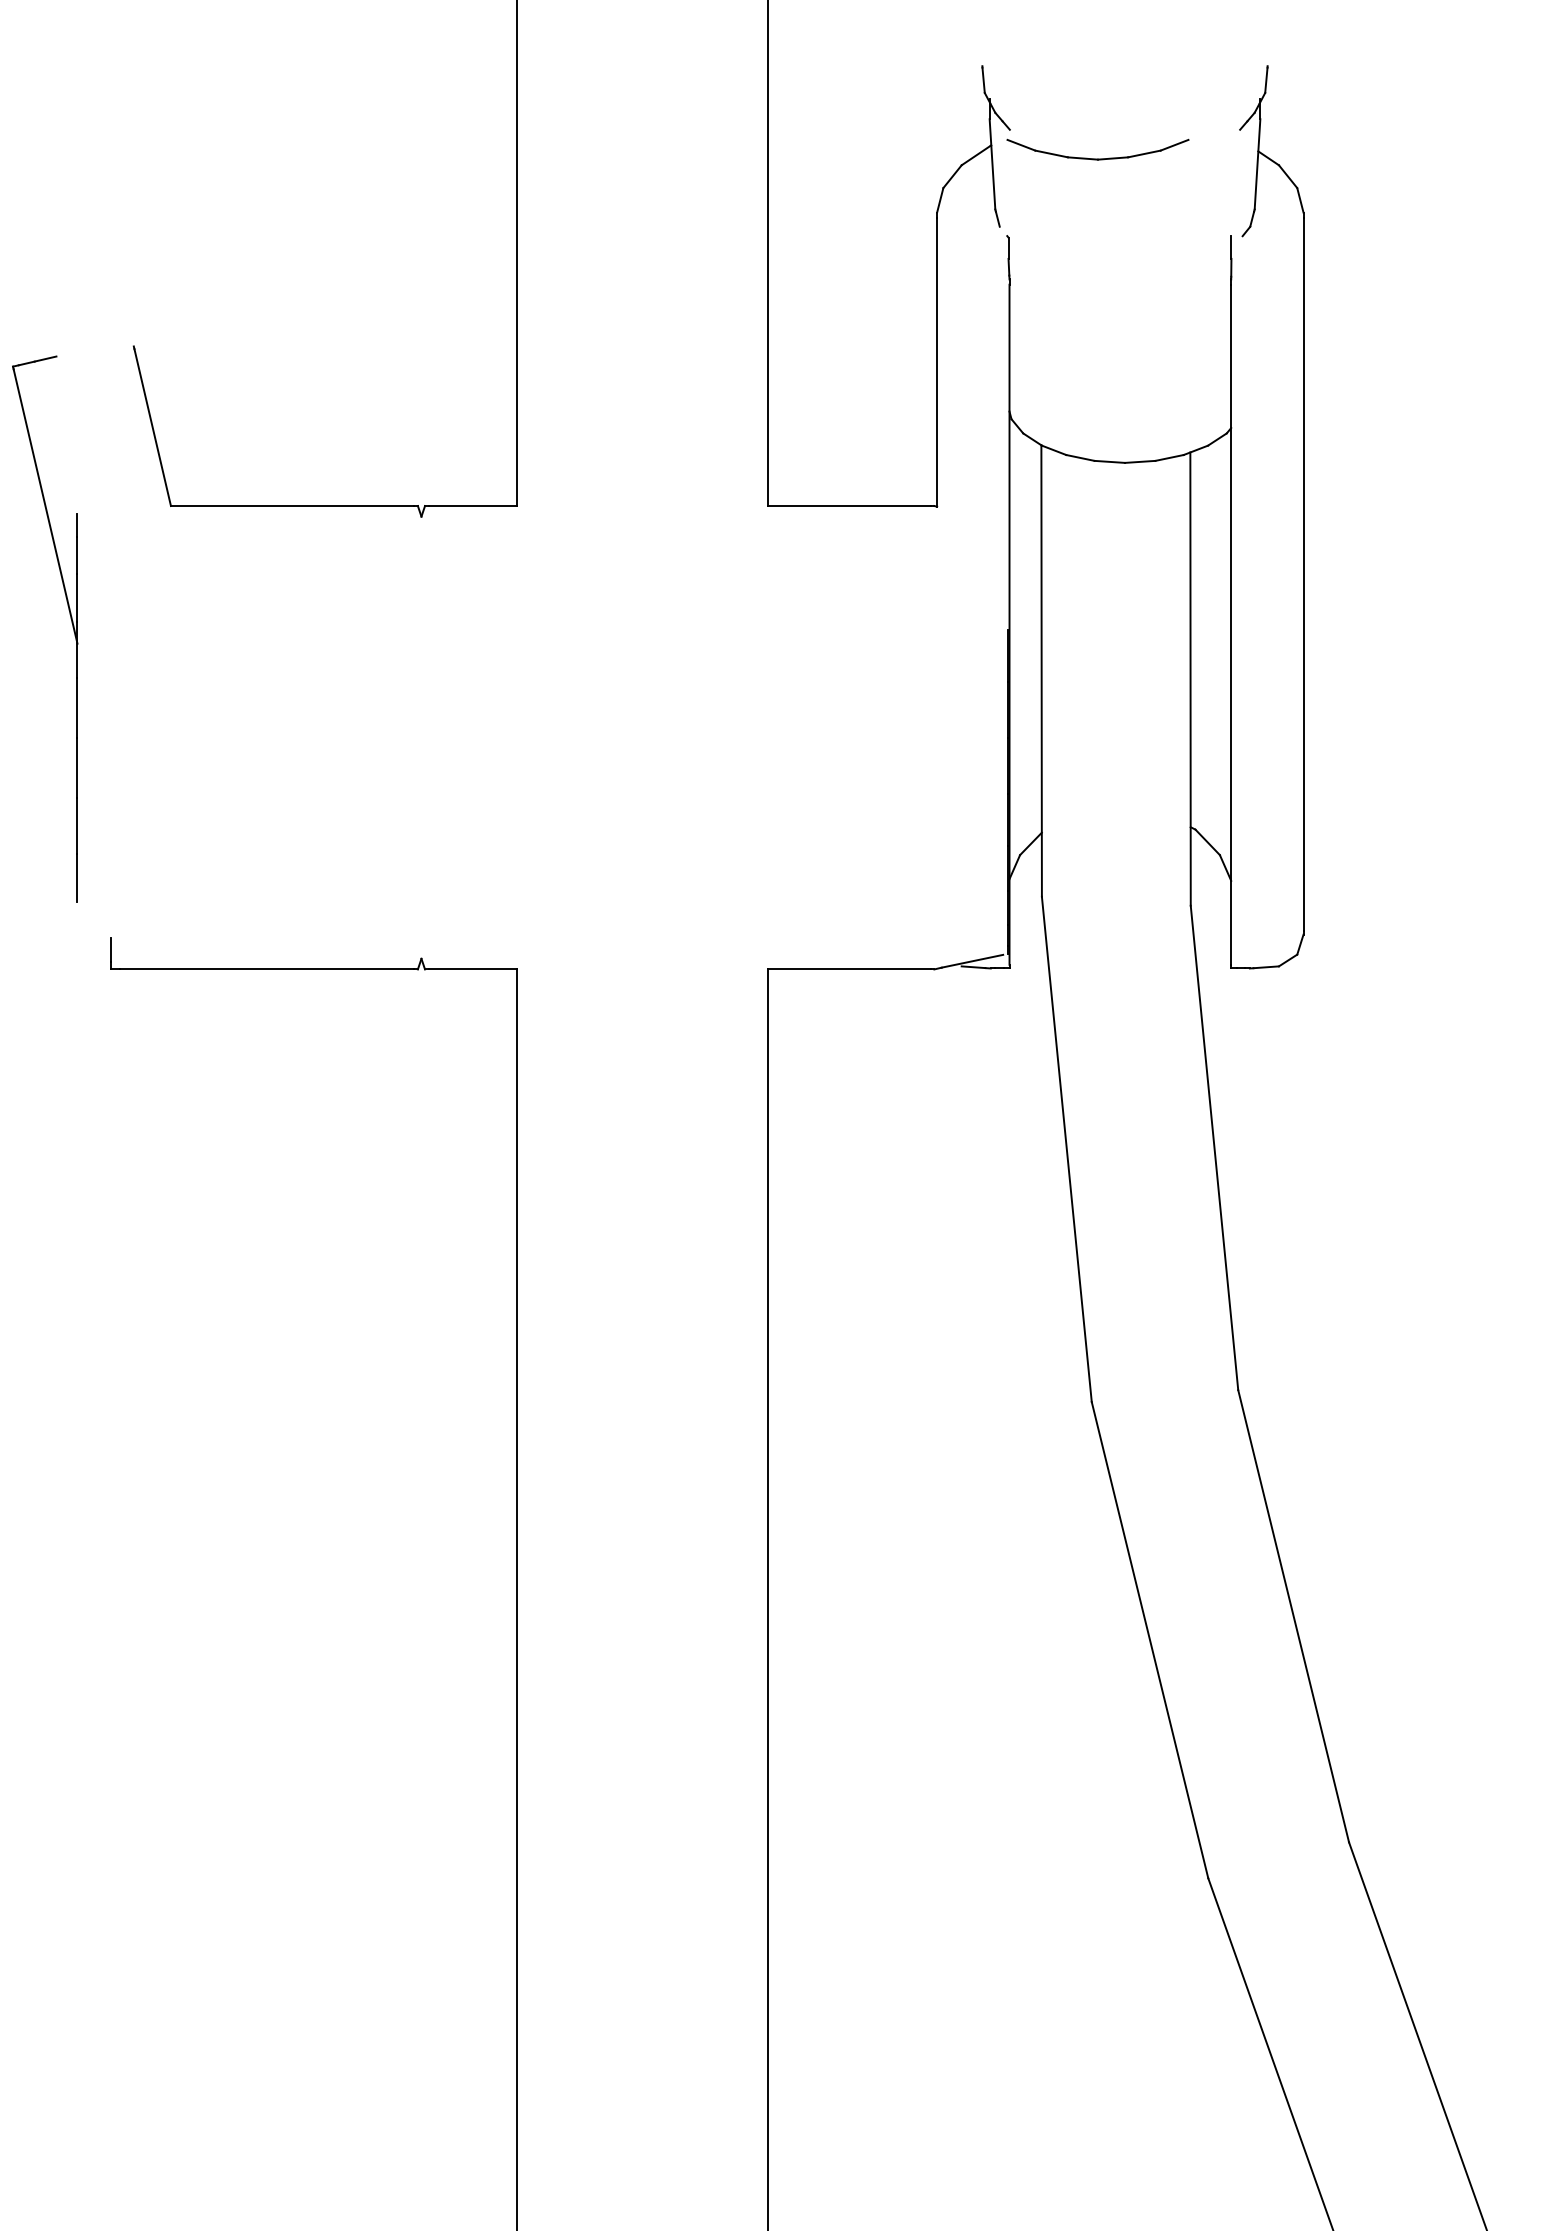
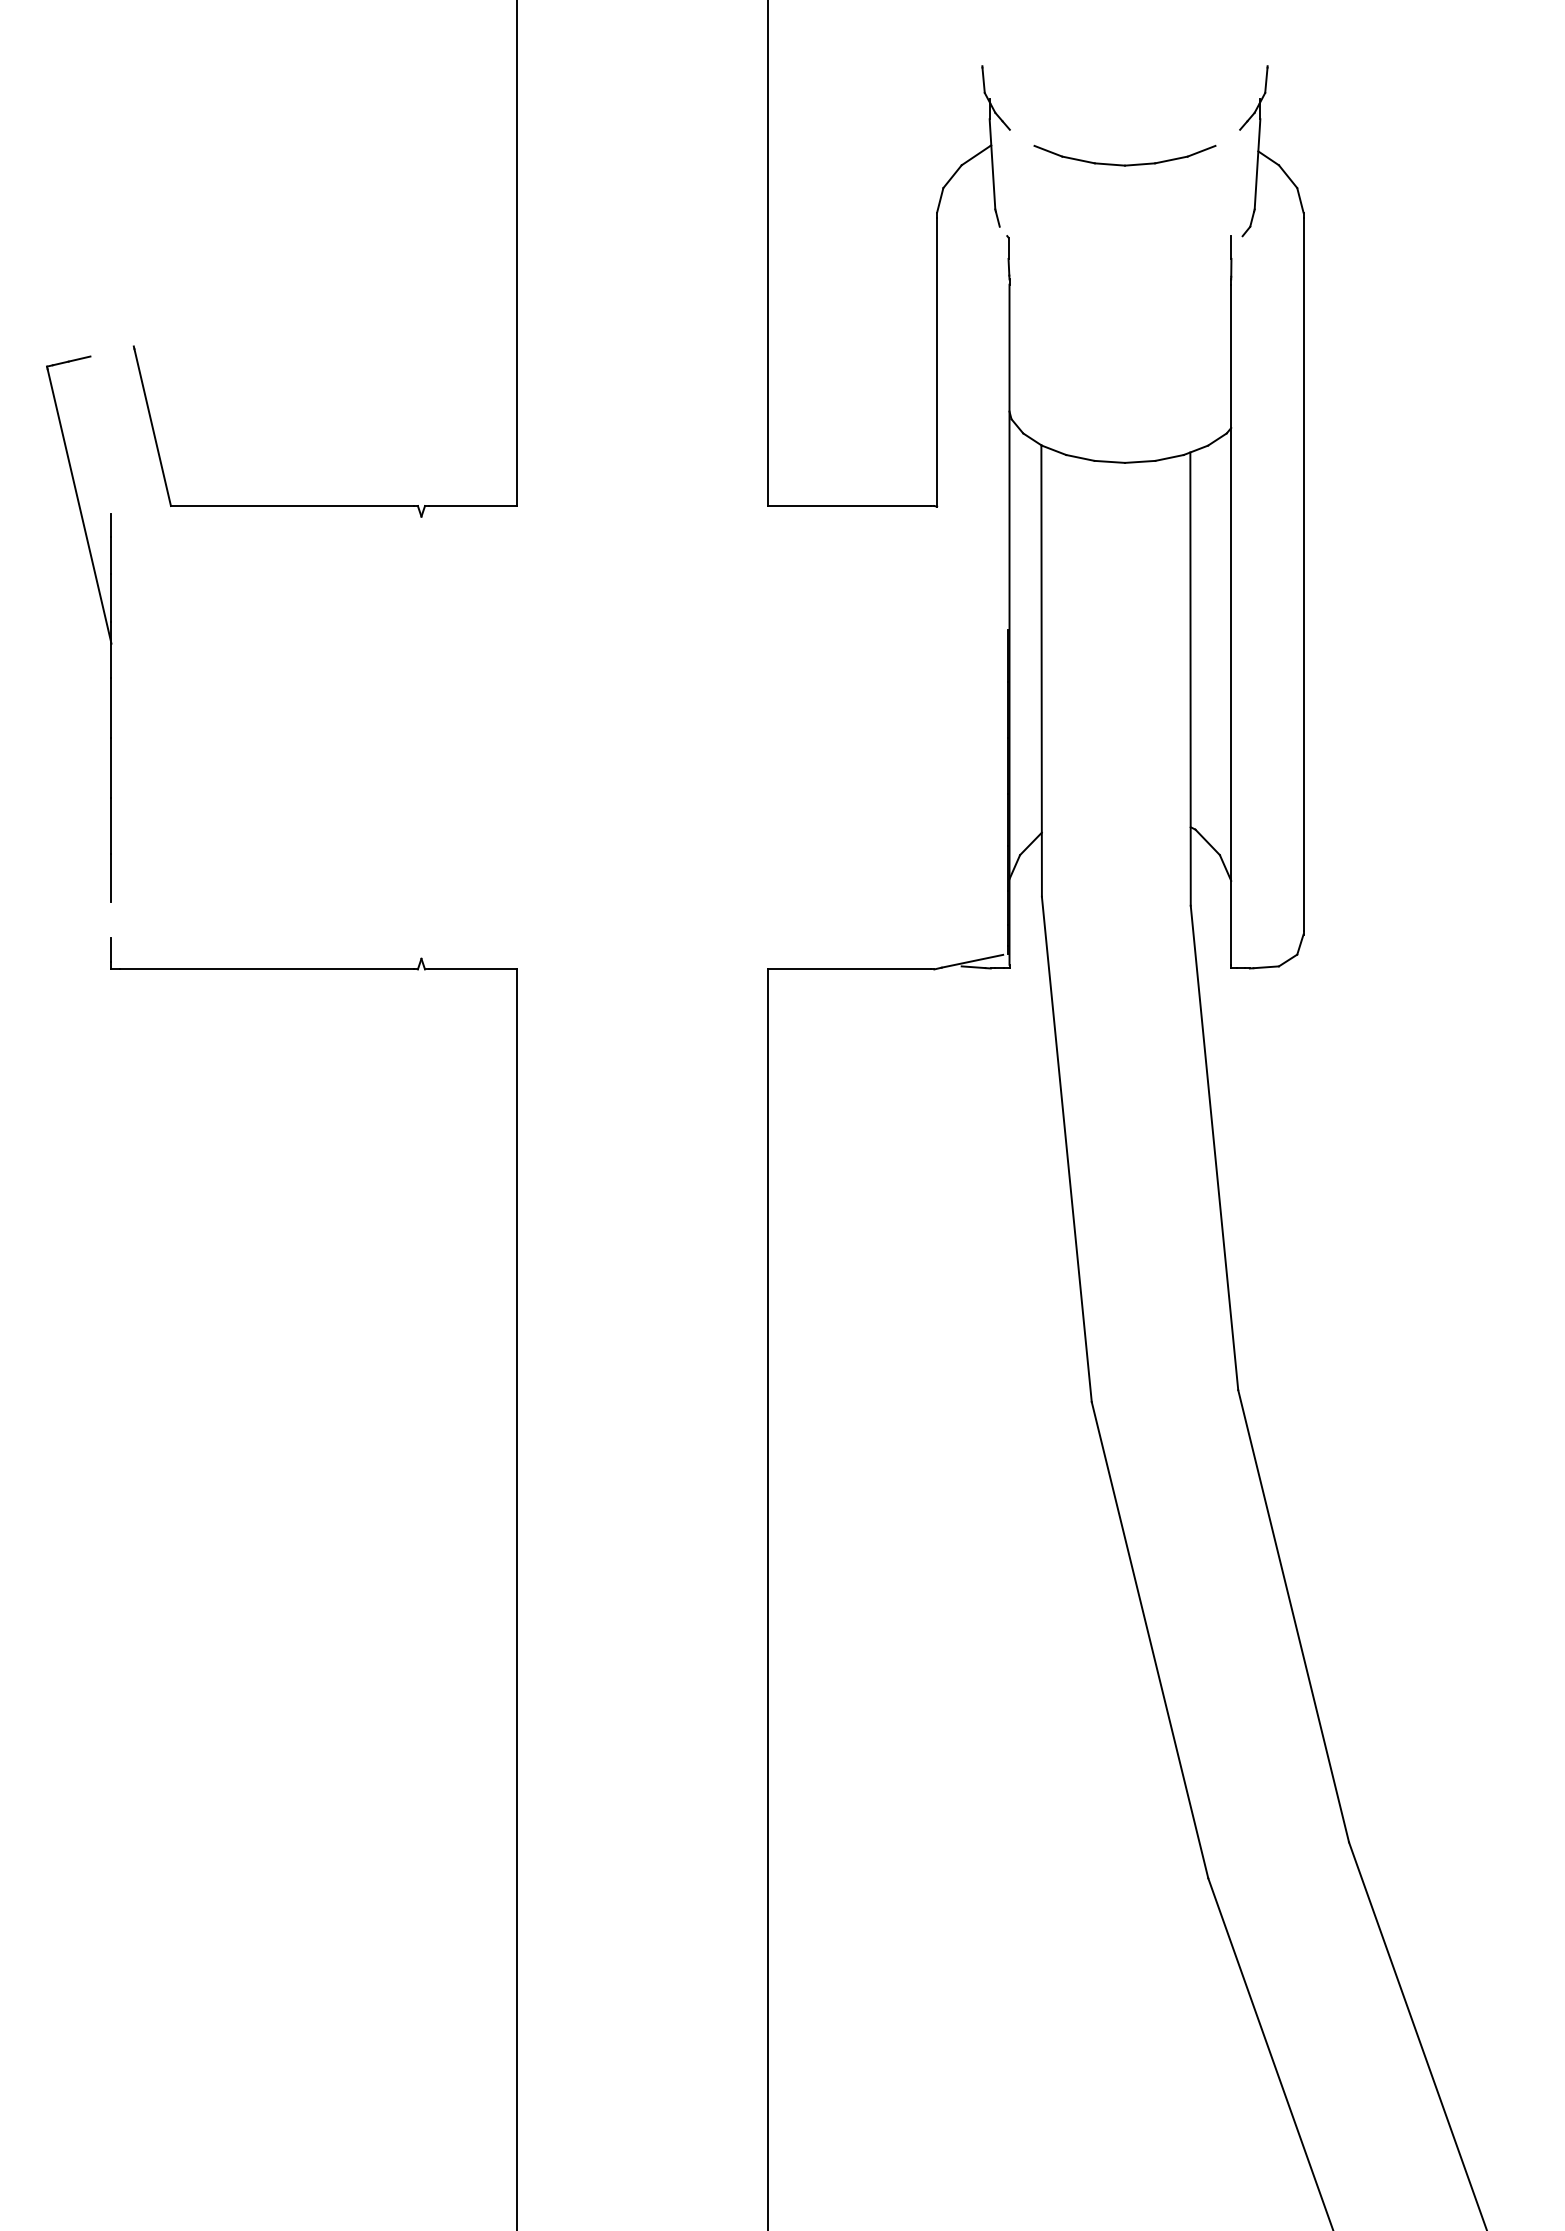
part at (1097, 158) position: (1097, 158) -> (1124, 164)
part at (71, 623) position: (71, 623) -> (105, 623)
